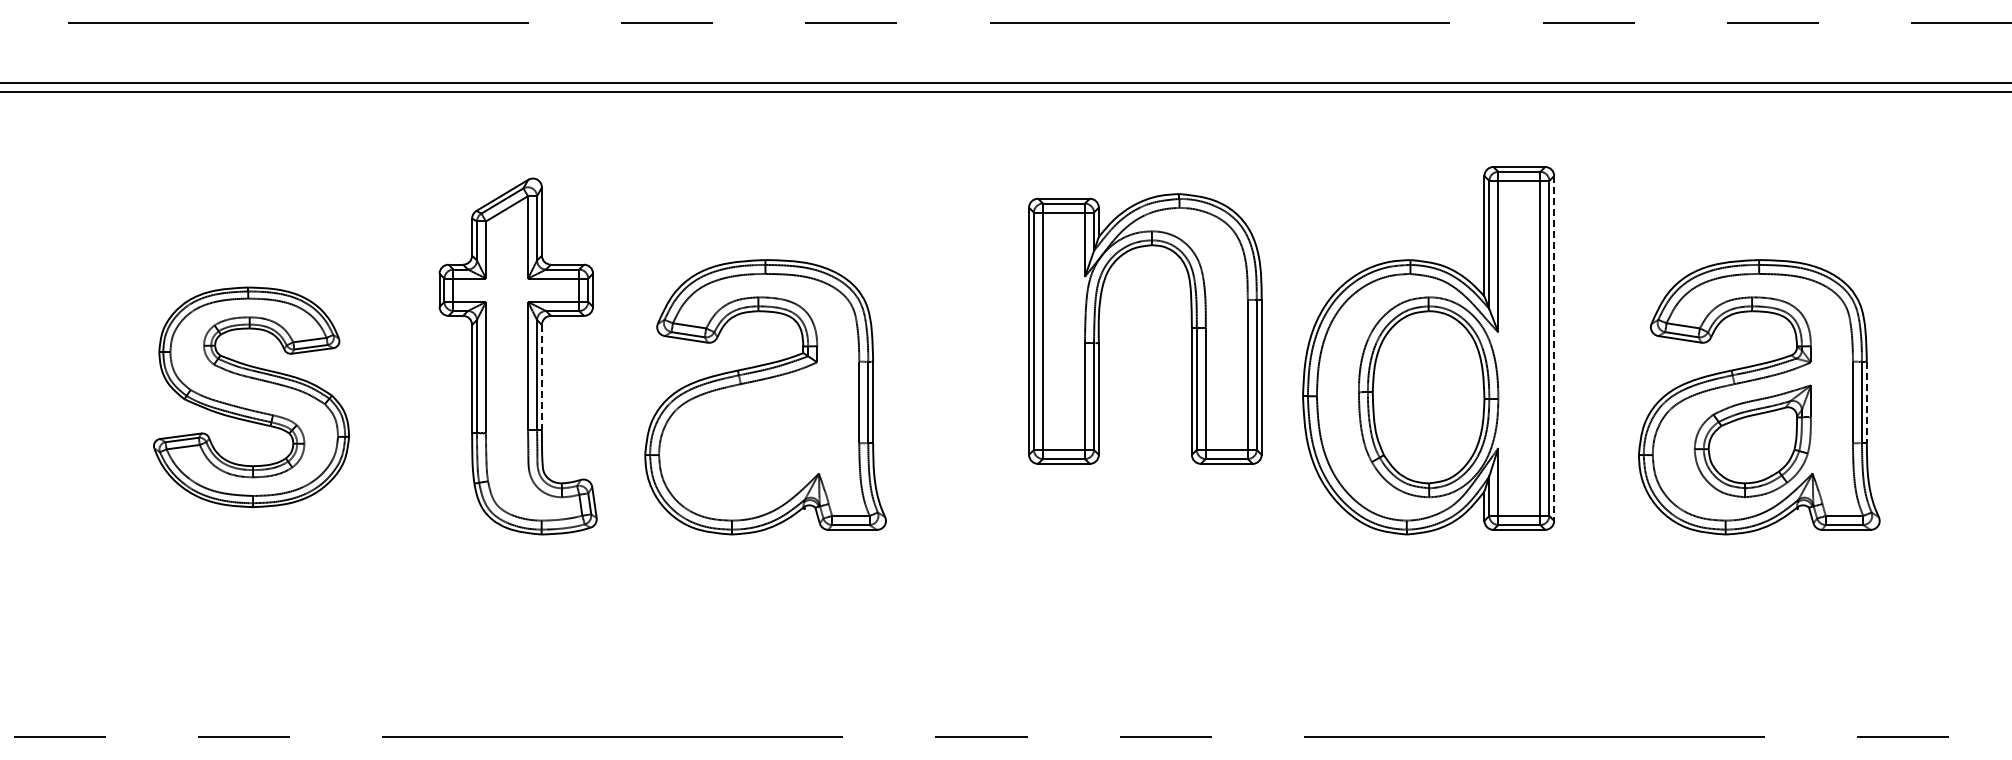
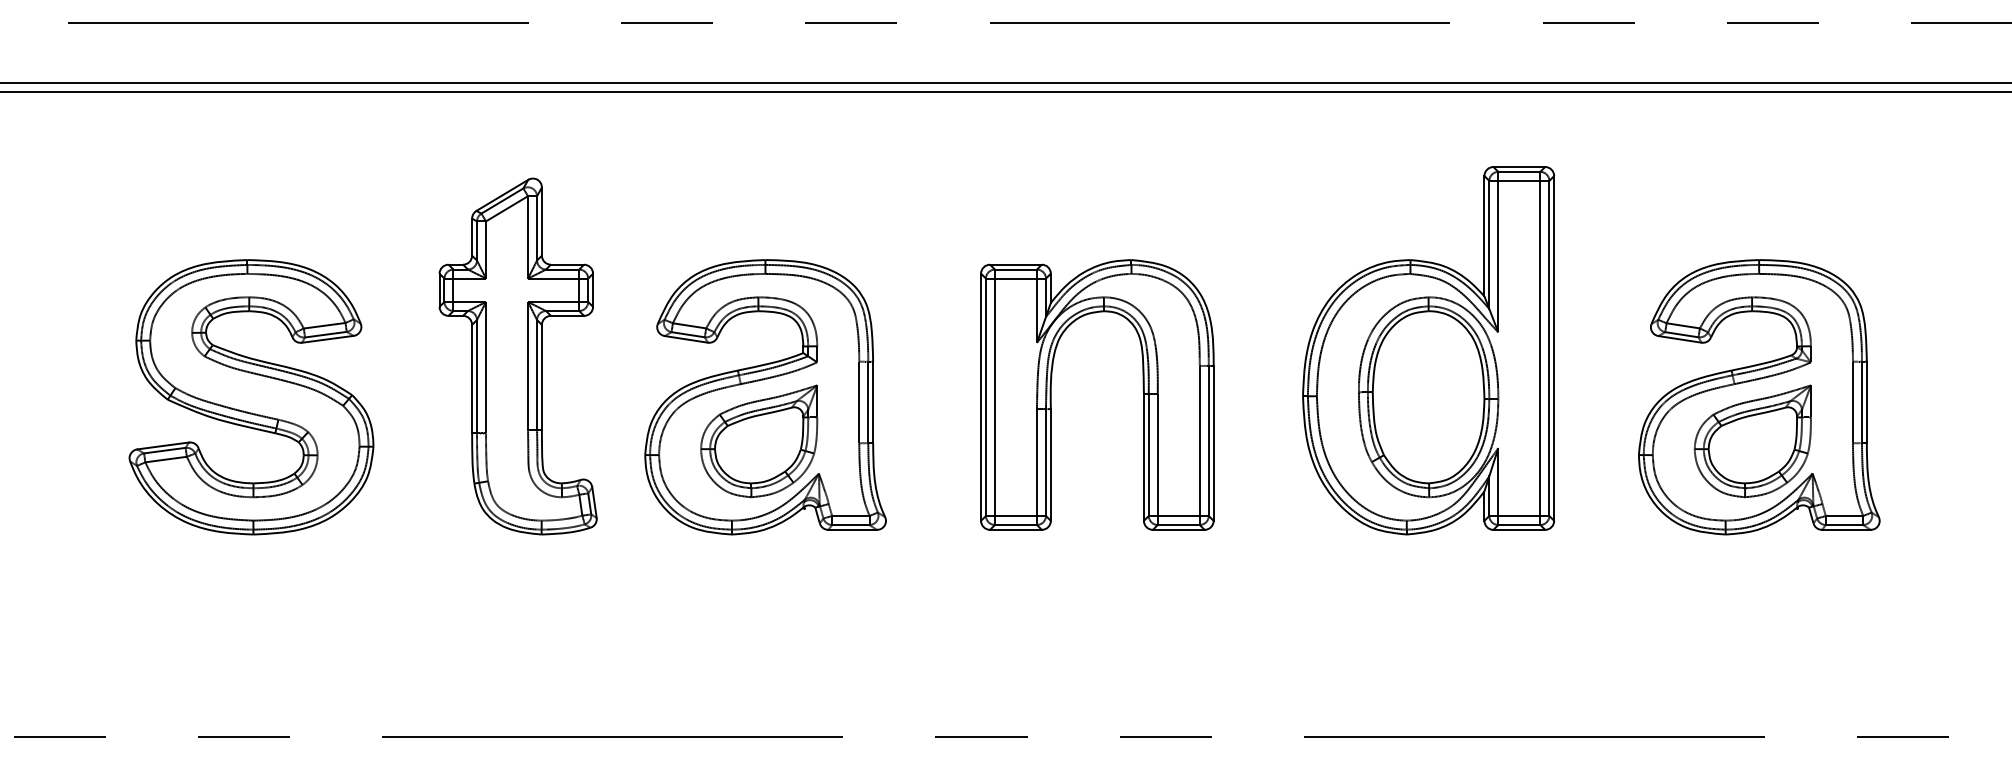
part at (1190, 321) position: (1190, 321) -> (1142, 387)
line at (1554, 348): dashed -> solid
line at (541, 377): dashed -> solid
part at (251, 396) size: 197x222 px -> 247x277 px
line at (1866, 402): dashed -> solid
part at (759, 441): none -> present
